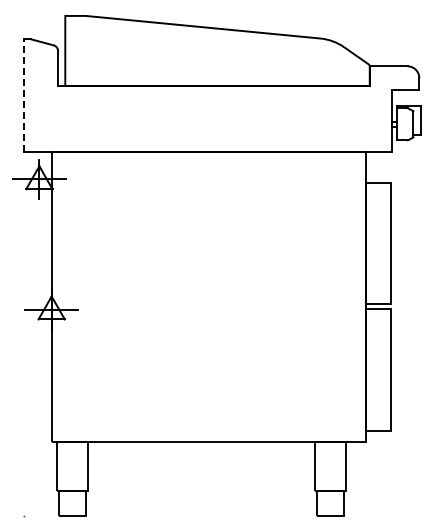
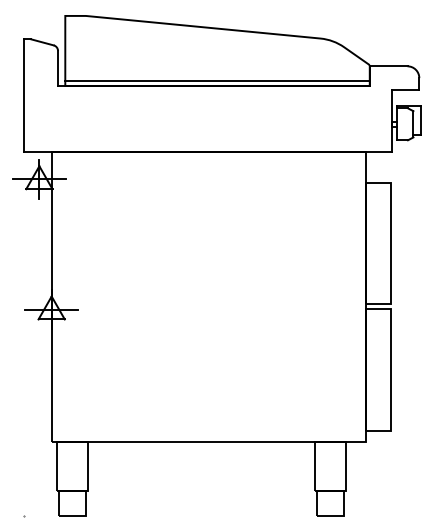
line at (217, 81): none -> present
line at (23, 95): dashed -> solid
